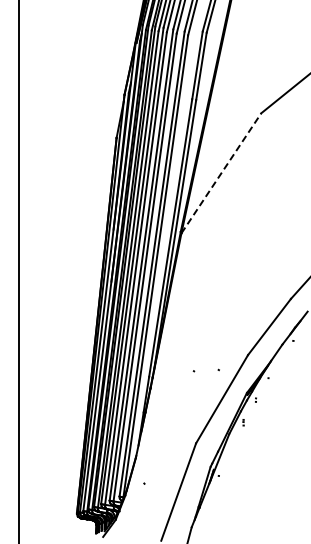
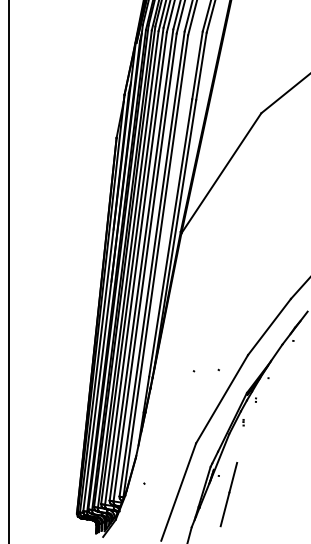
line at (221, 172): dashed -> solid
line at (19, 271) position: (19, 271) -> (9, 271)
line at (228, 494): none -> present
